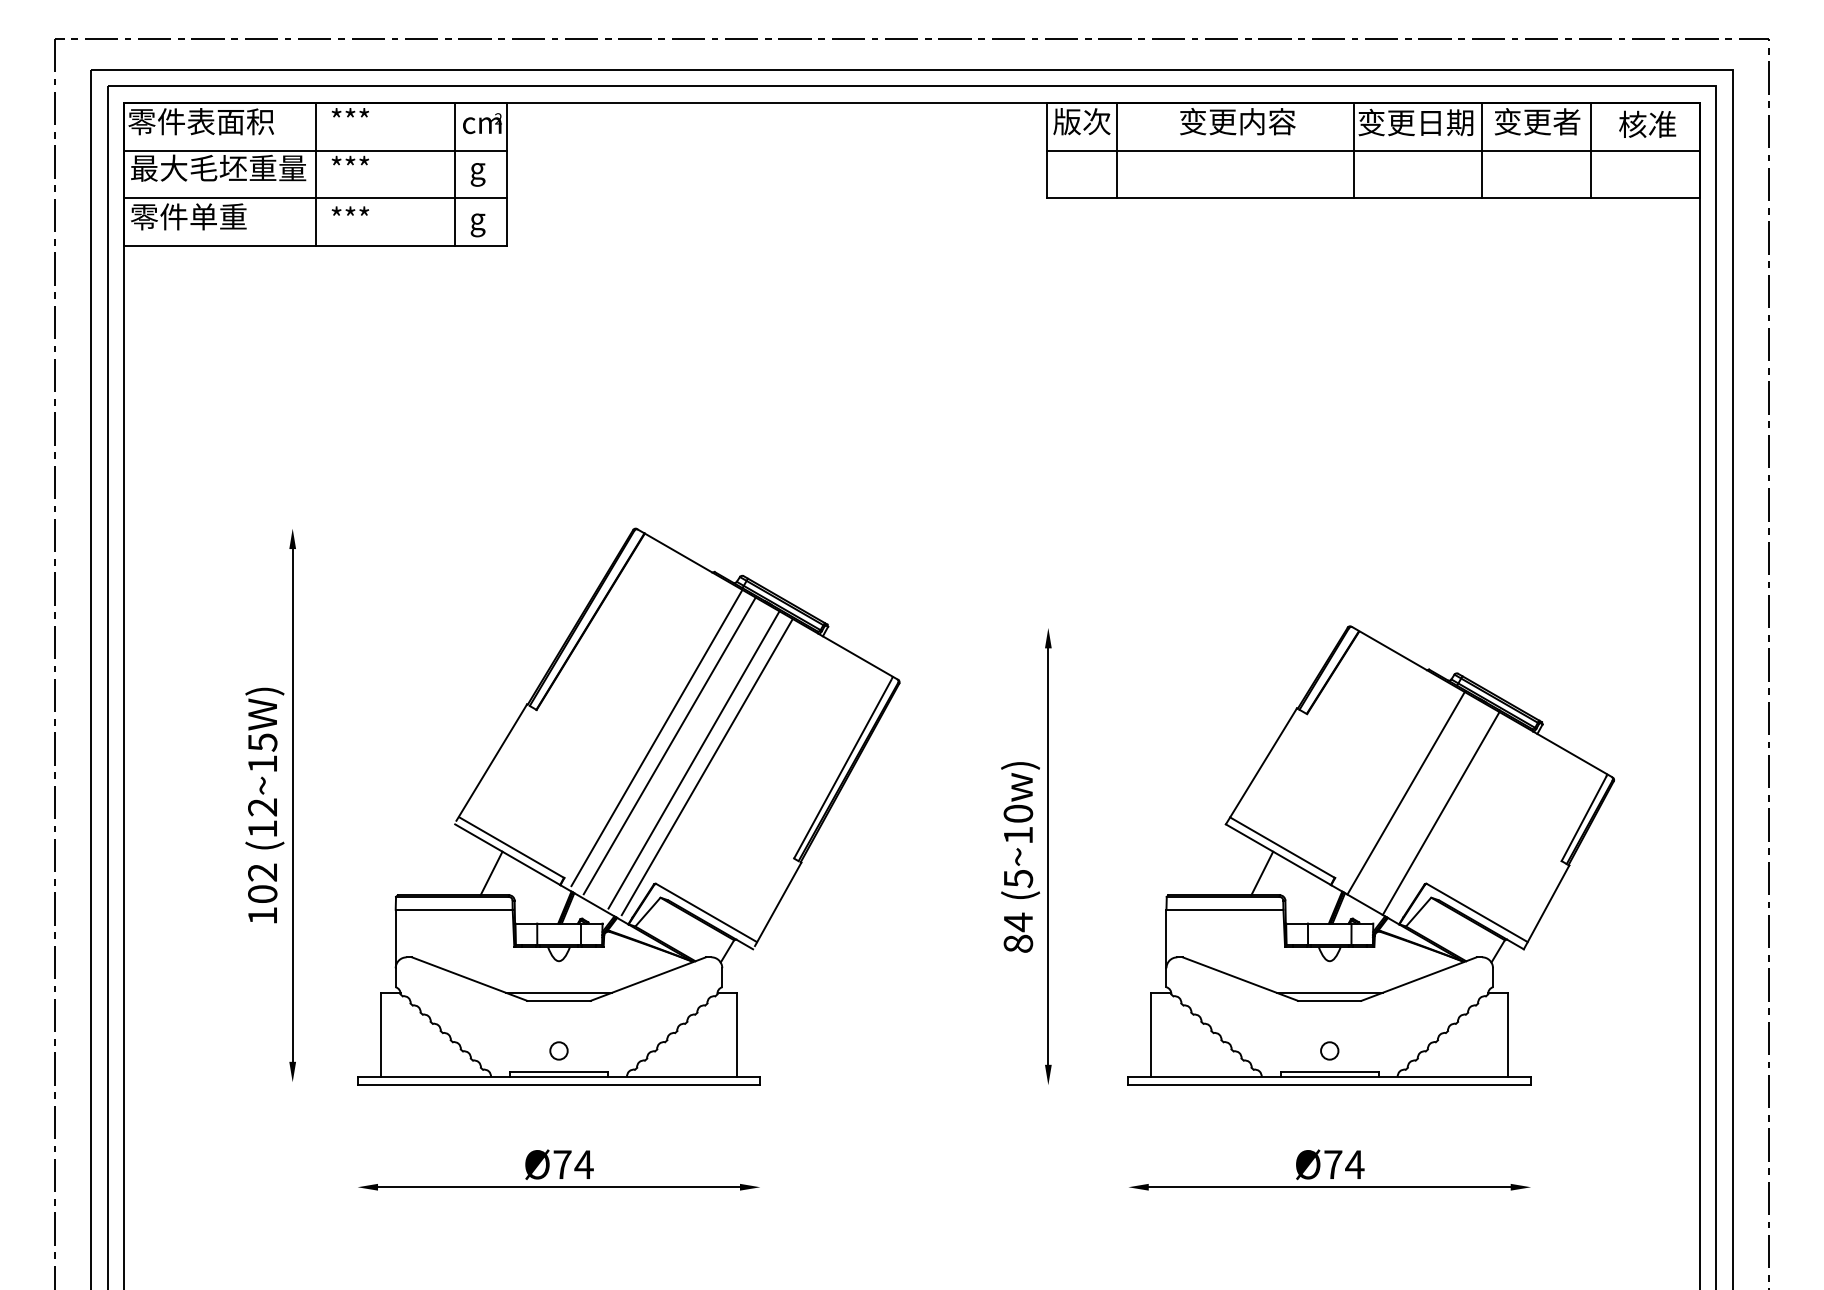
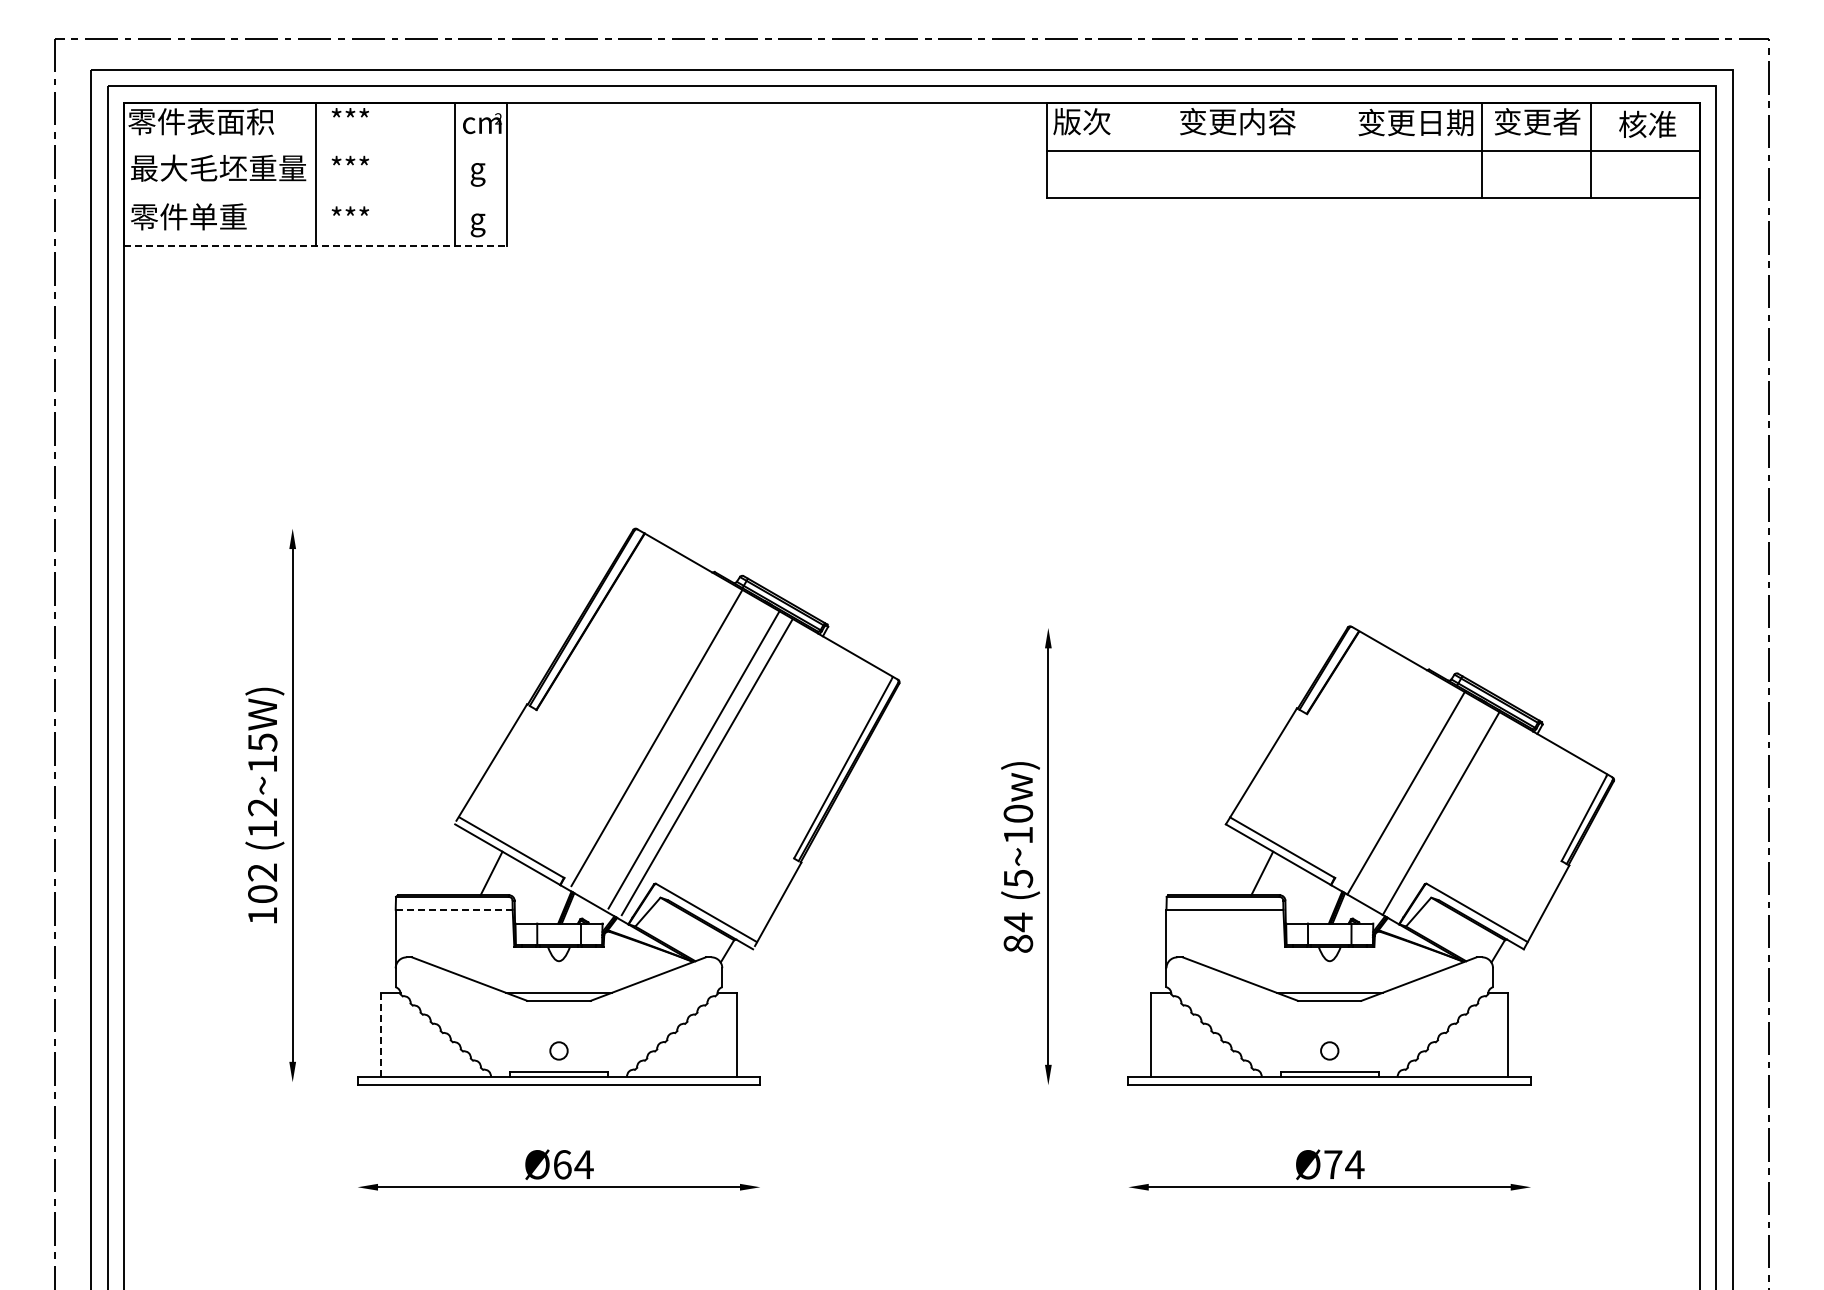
line at (315, 150): present -> none
line at (1116, 150): present -> none
line at (1353, 151): present -> none
line at (315, 198): present -> none
line at (316, 246): solid -> dashed
line at (669, 745): present -> none
line at (454, 909): solid -> dashed
line at (380, 1034): solid -> dashed
text at (562, 1164): Ø74 -> Ø64
